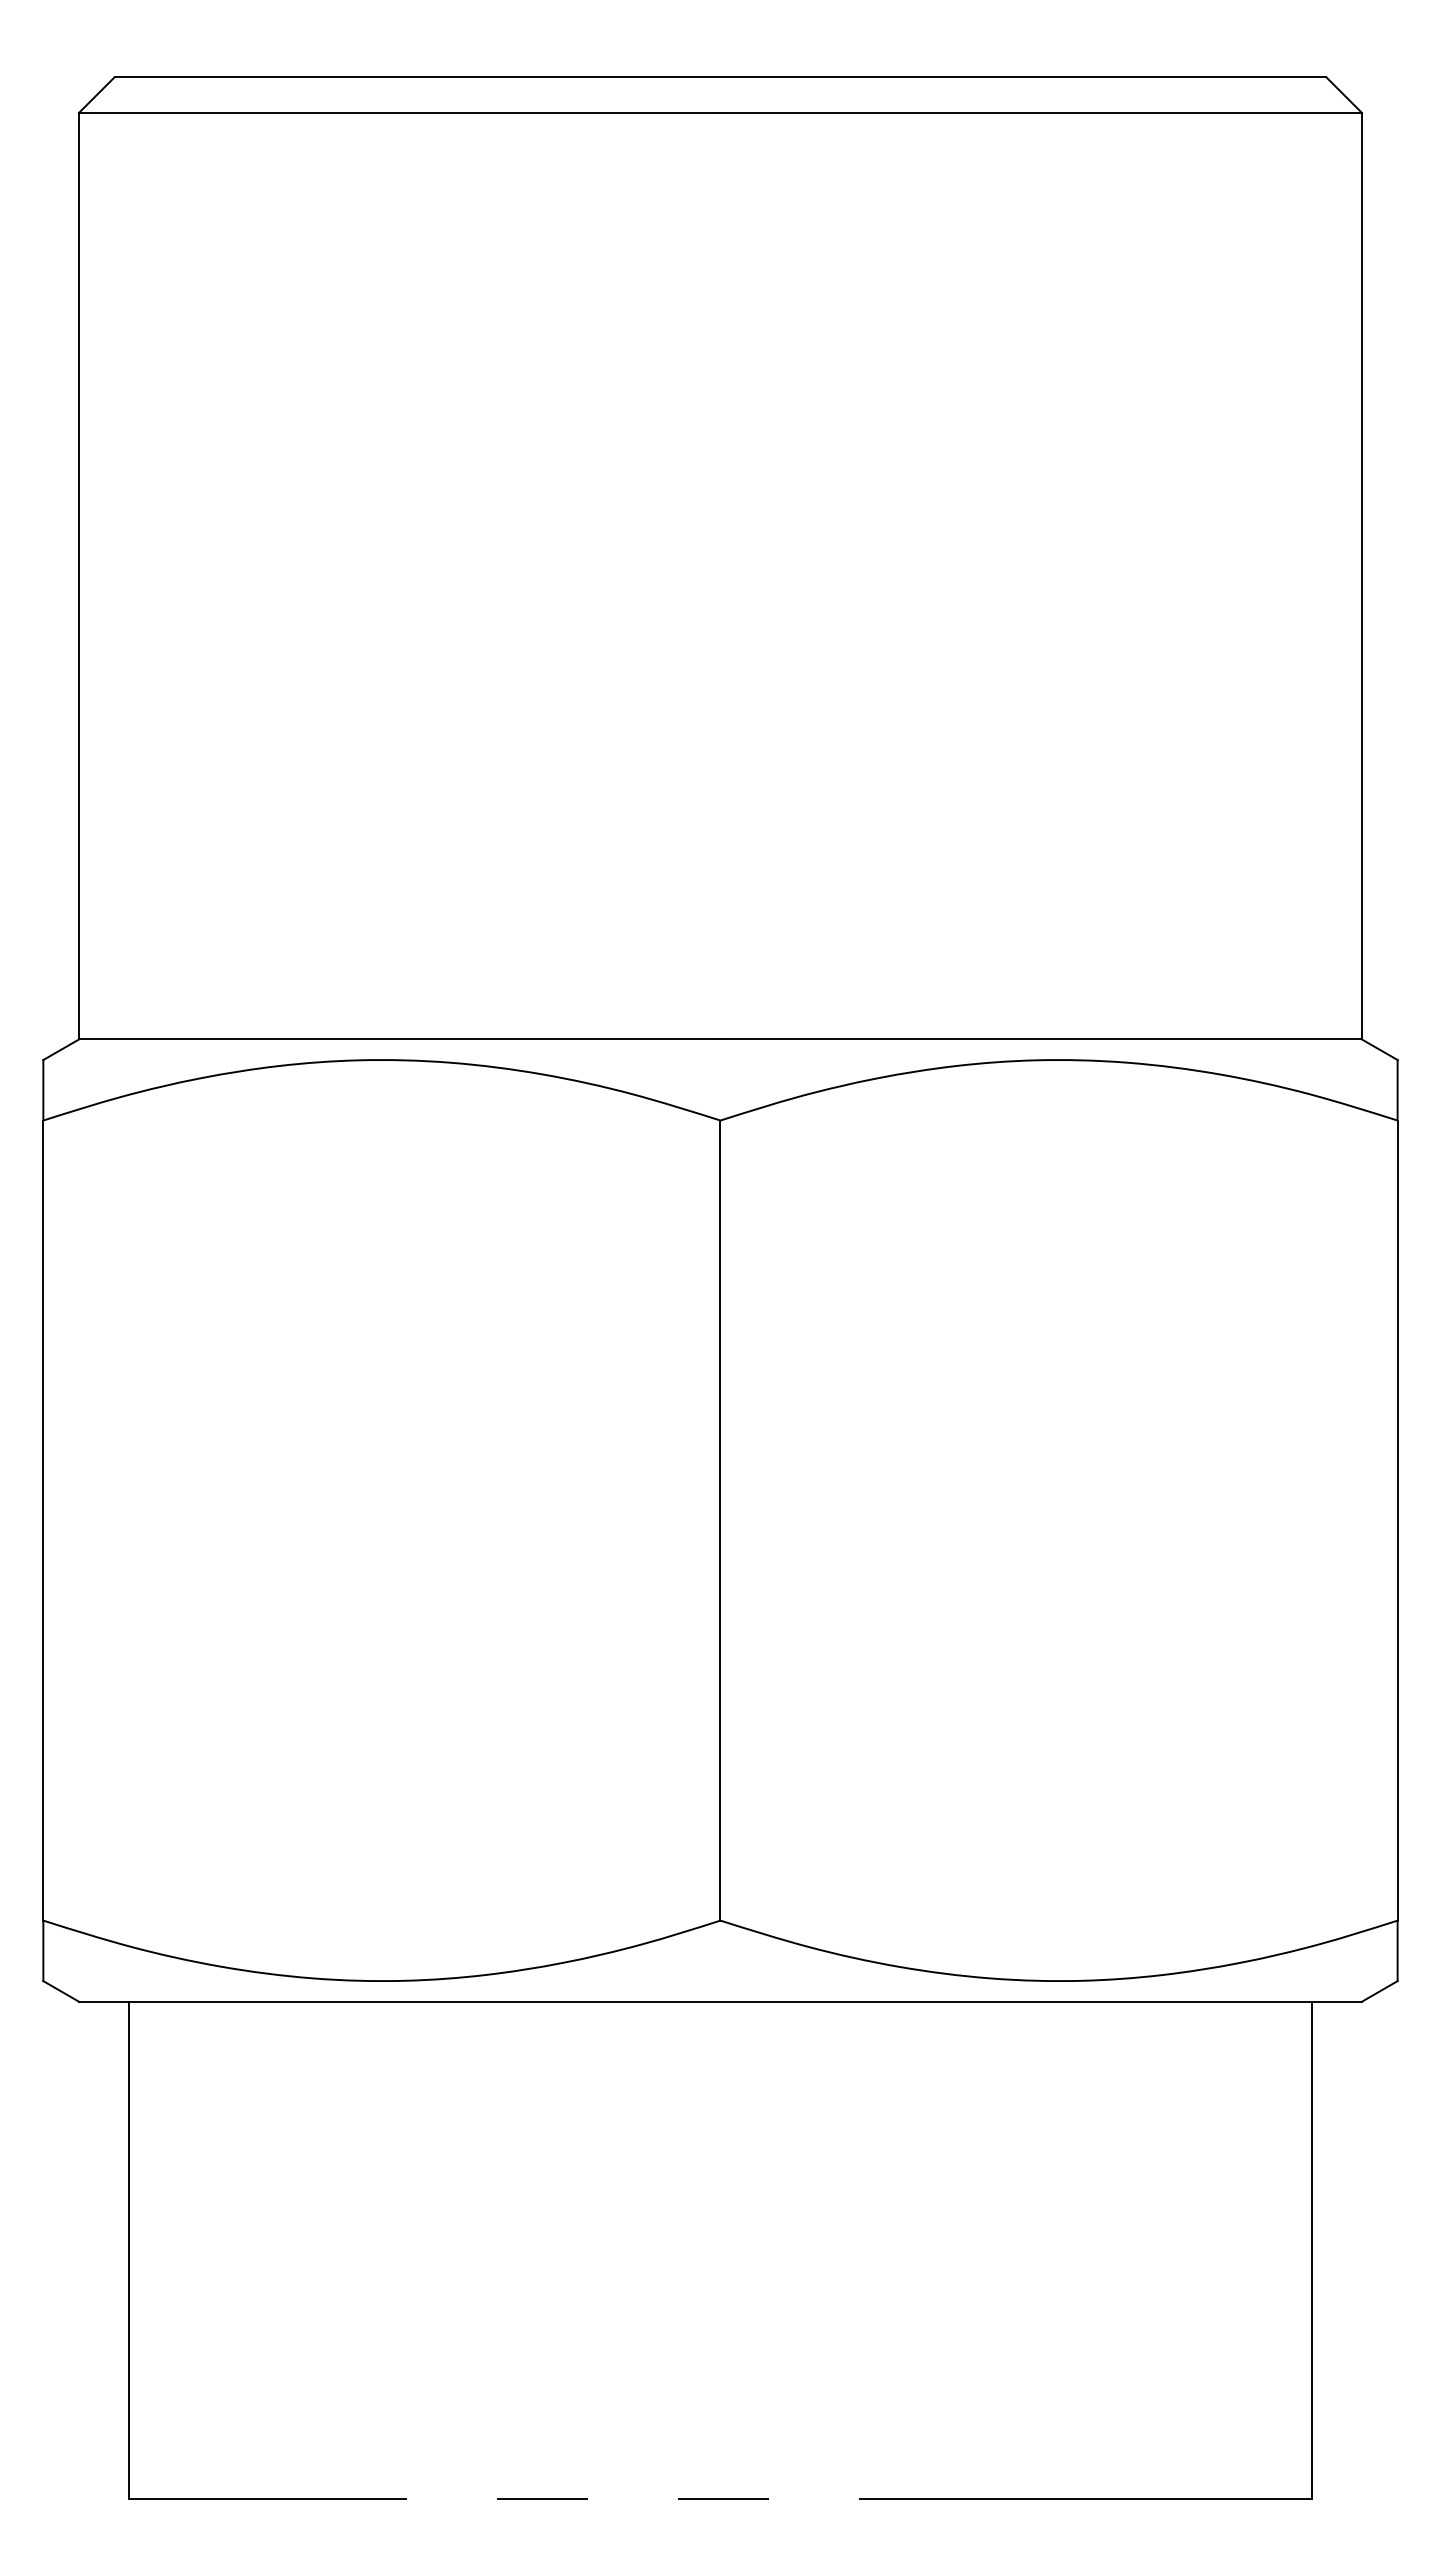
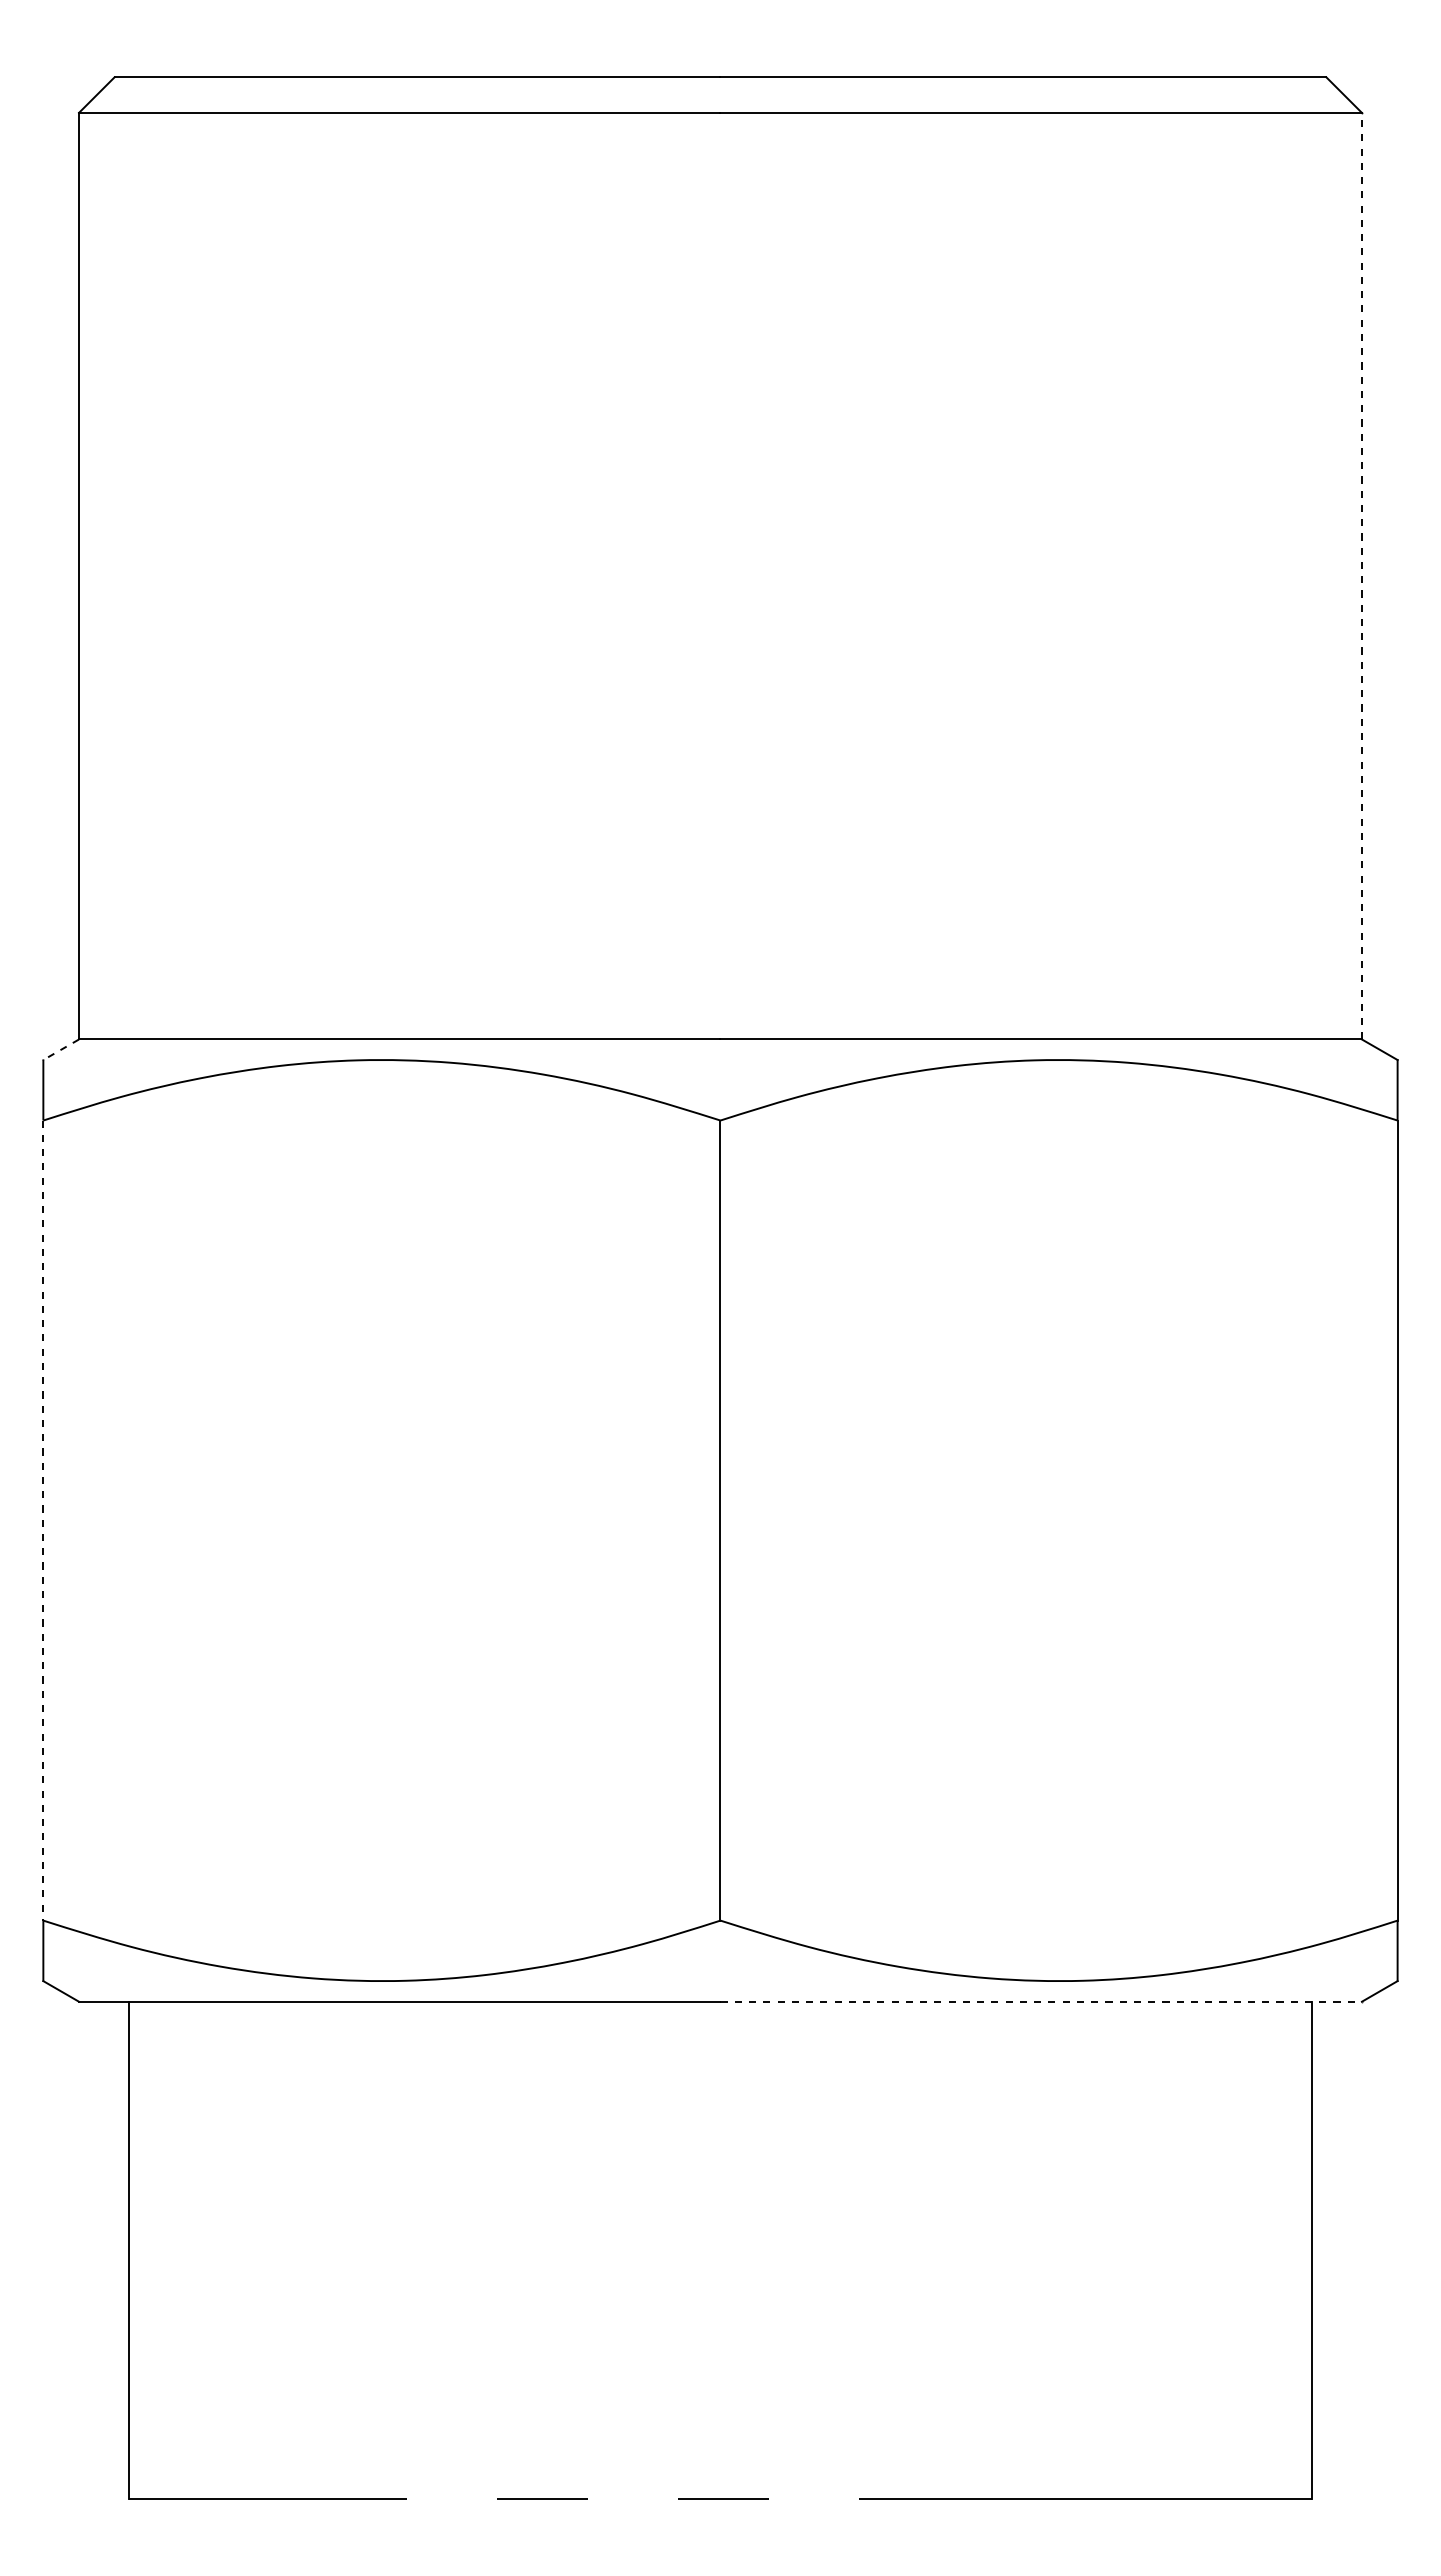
line at (1361, 575): solid -> dashed
line at (61, 1049): solid -> dashed
line at (43, 1521): solid -> dashed
line at (1041, 2001): solid -> dashed
